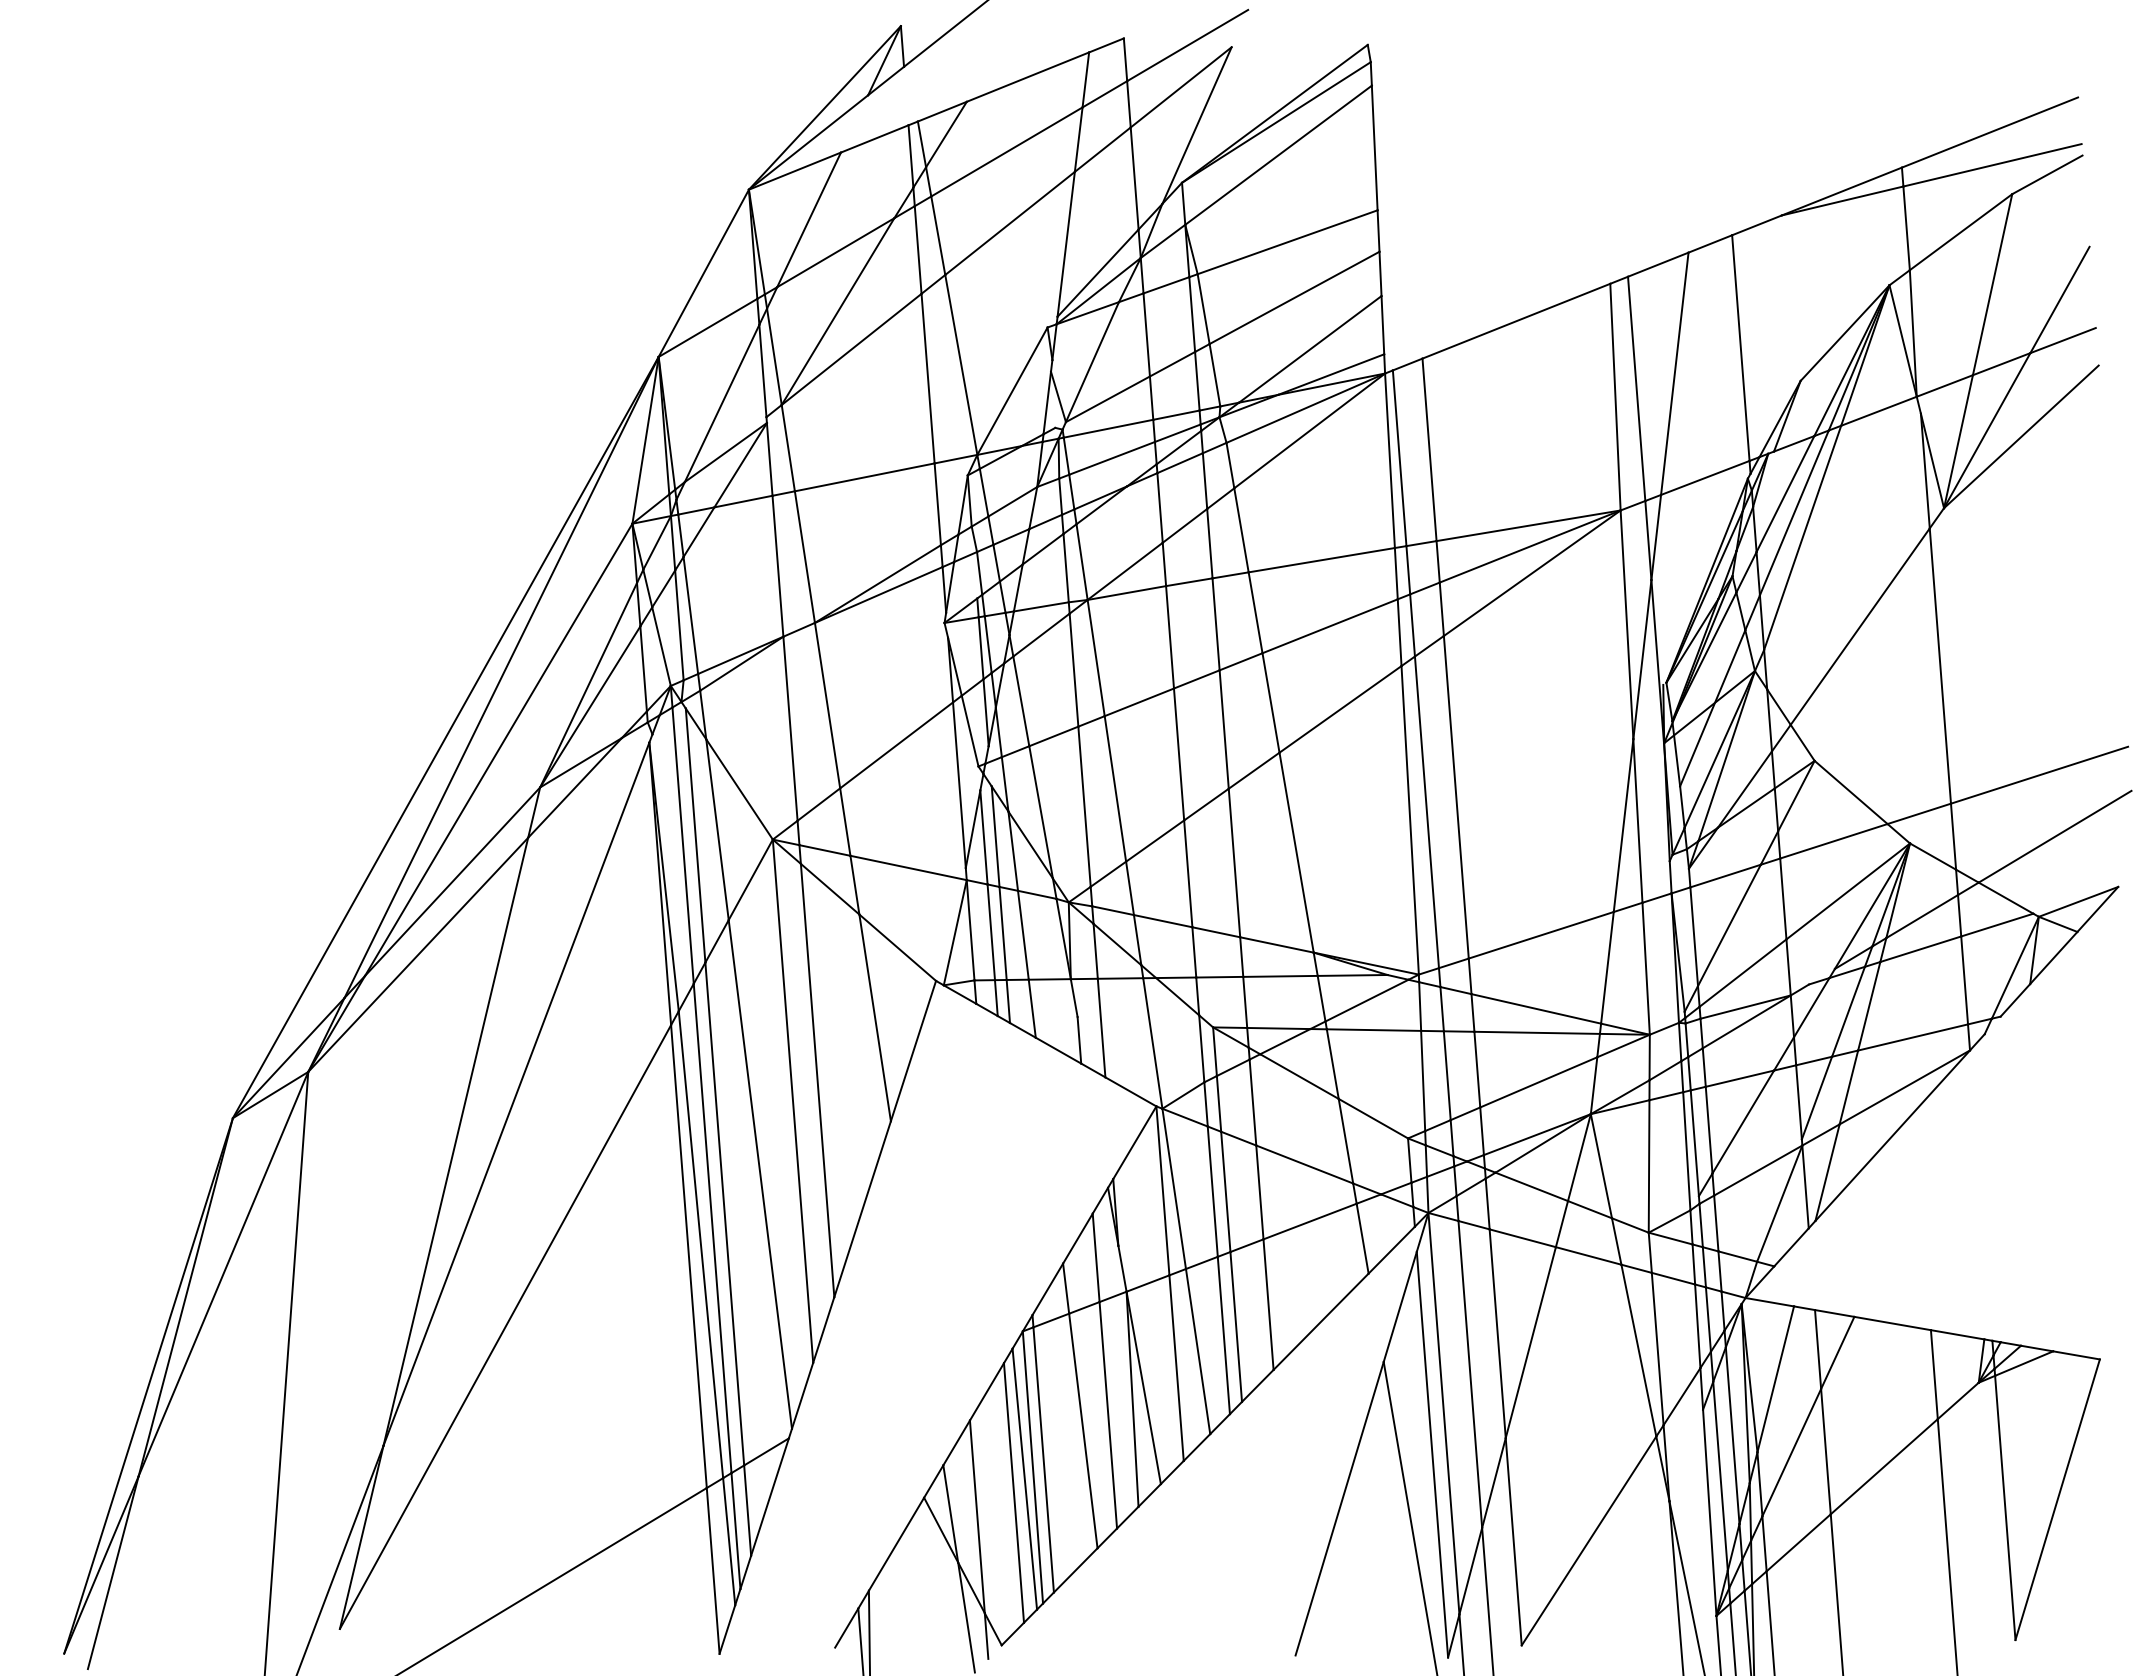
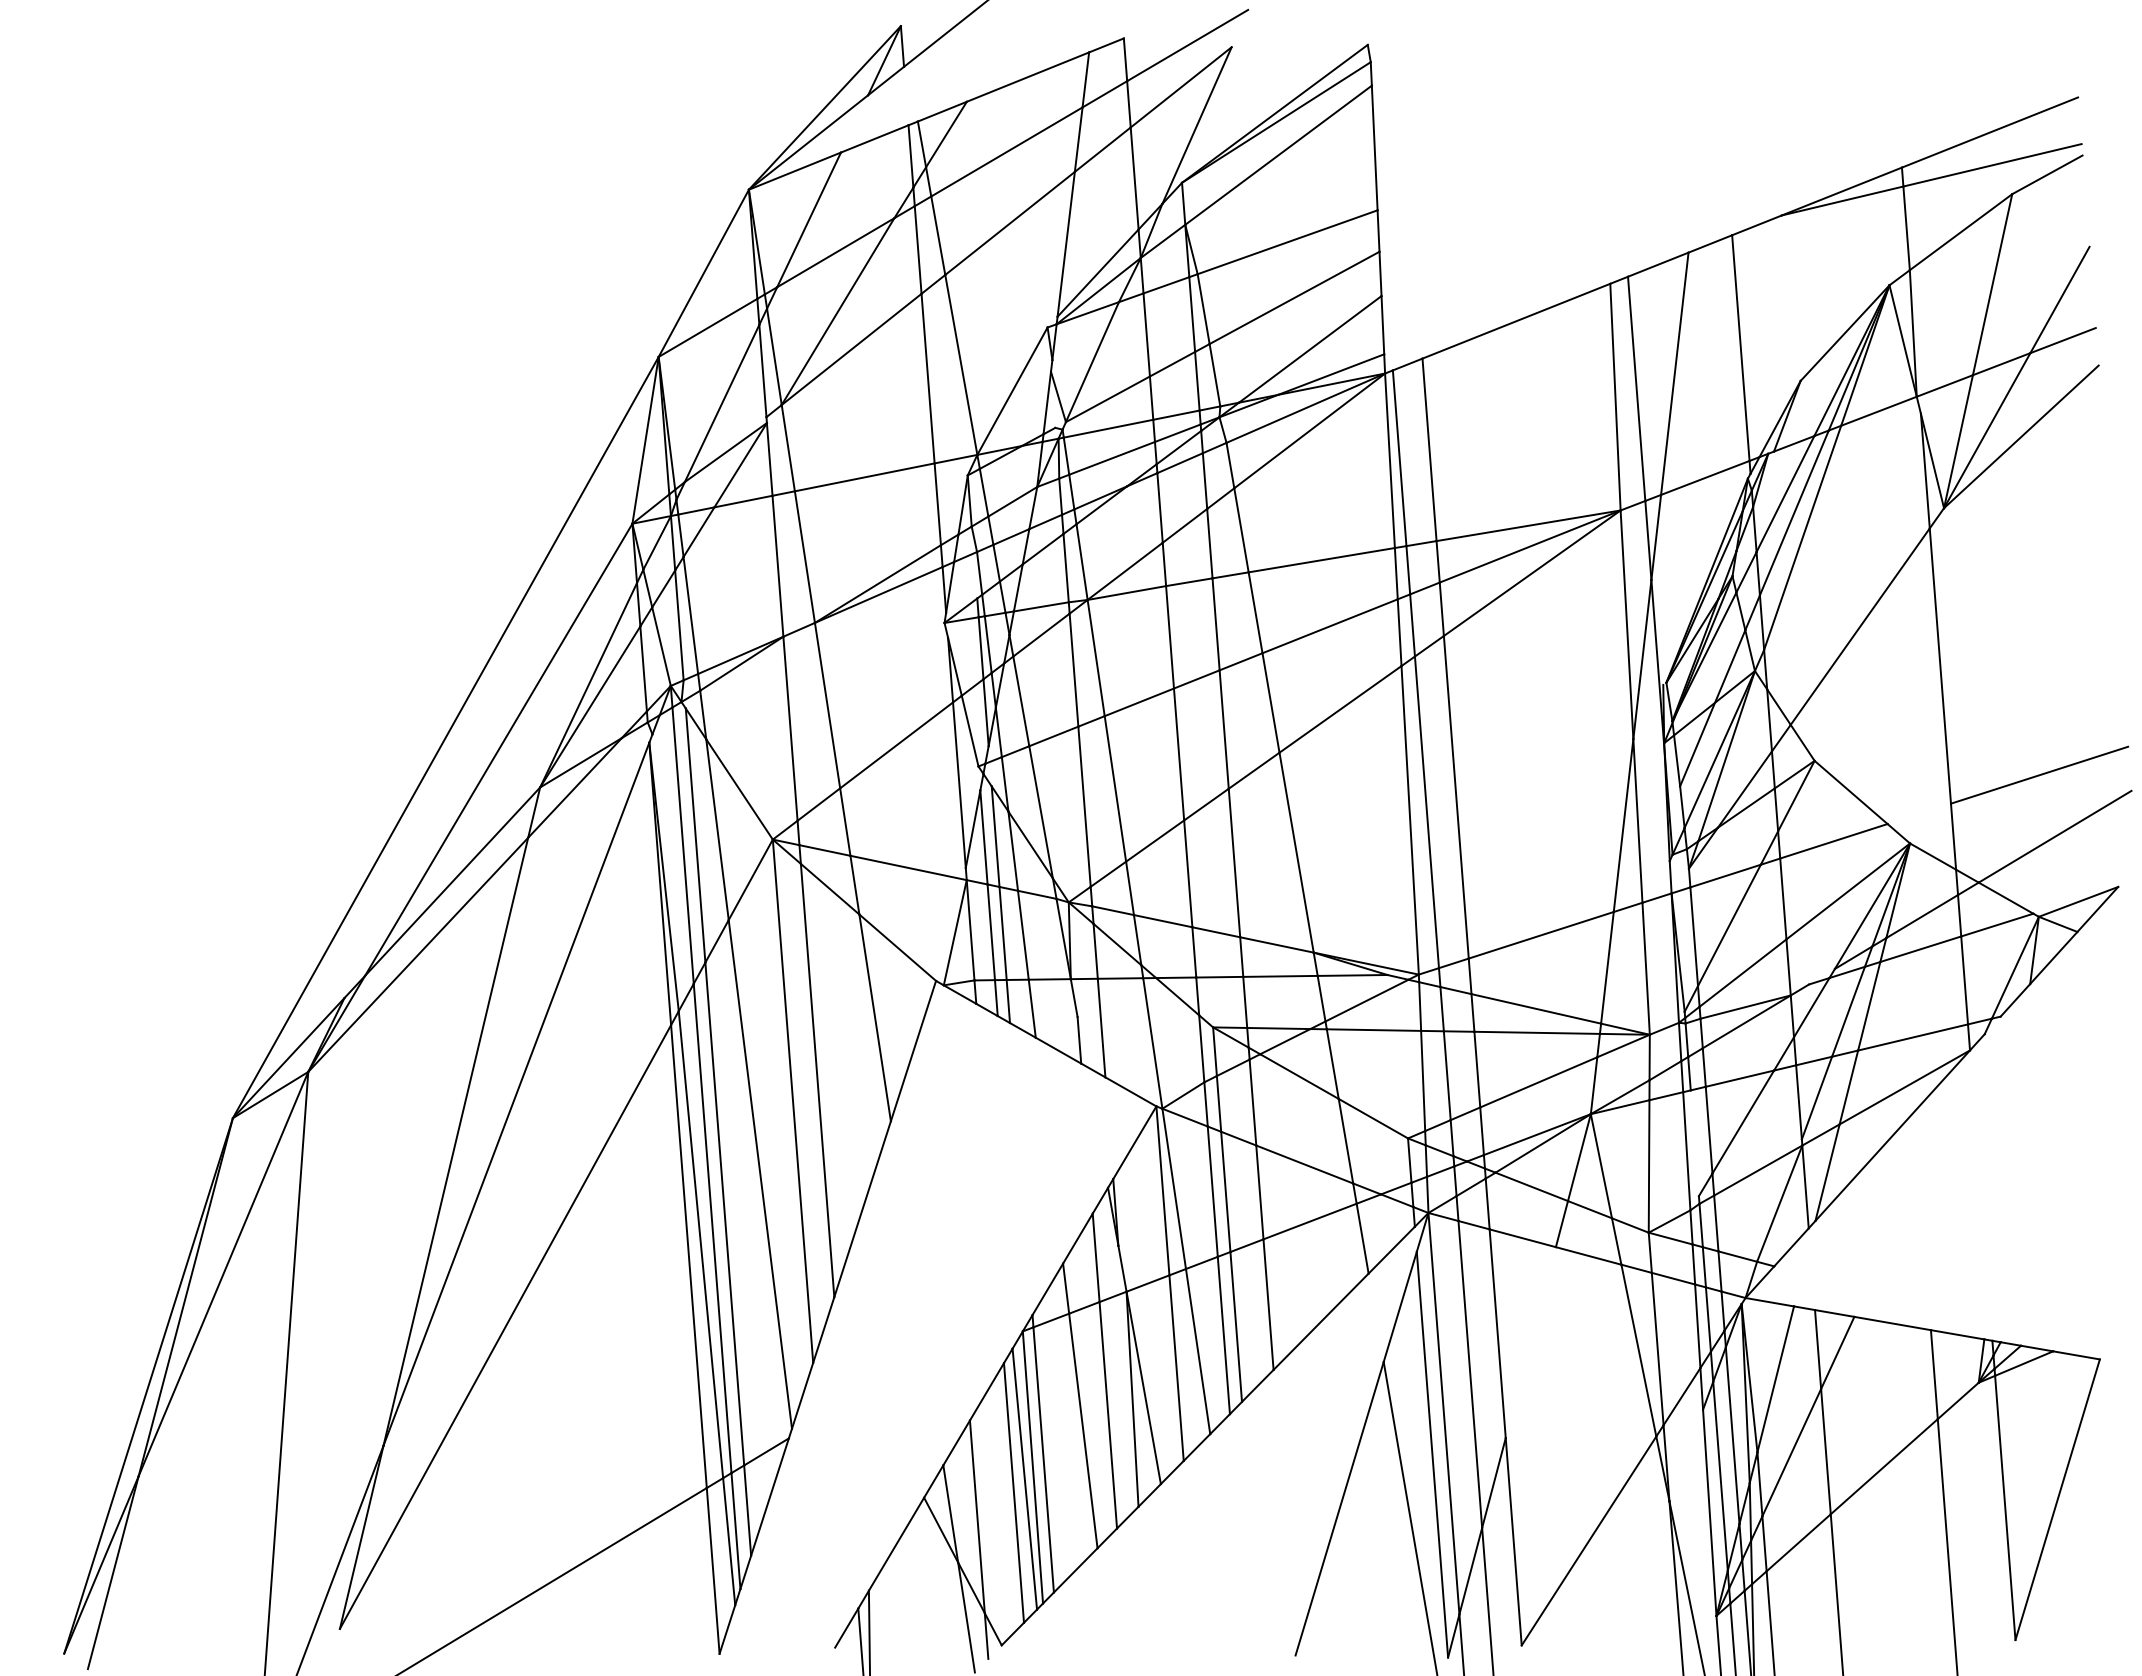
line at (501, 677): present -> none
line at (1918, 813): present -> none
line at (1694, 1143): present -> none
line at (1530, 1342): present -> none
